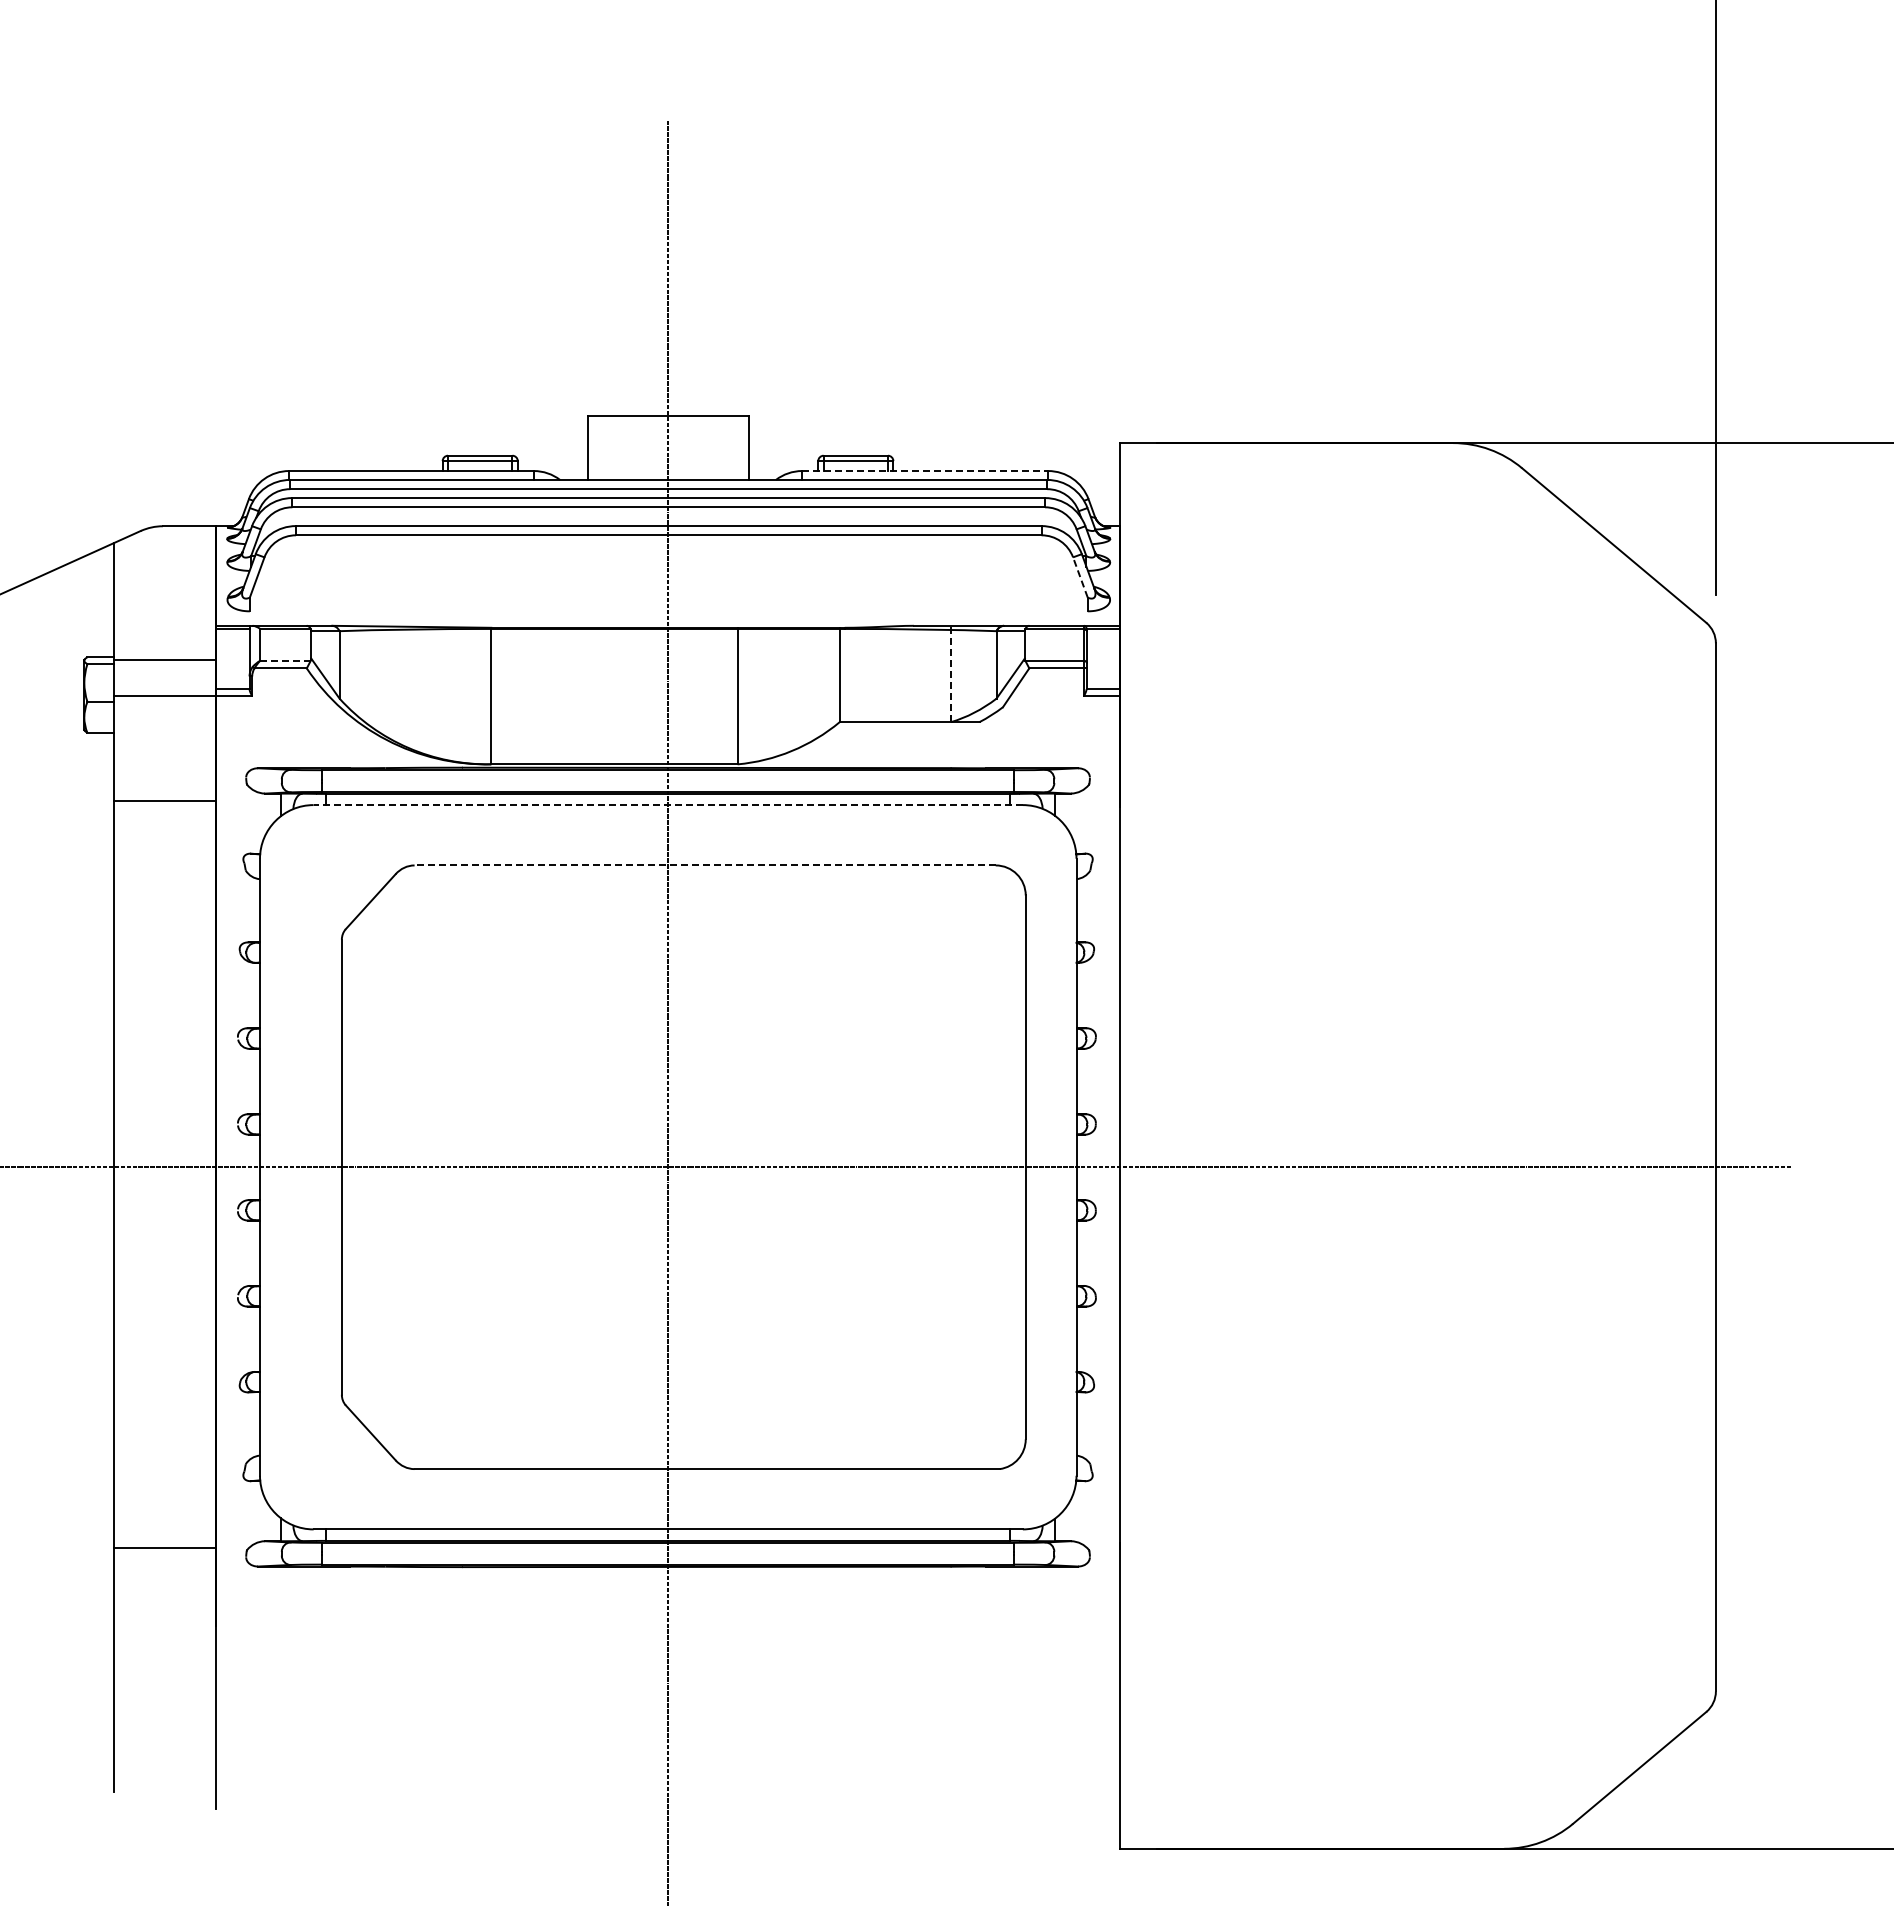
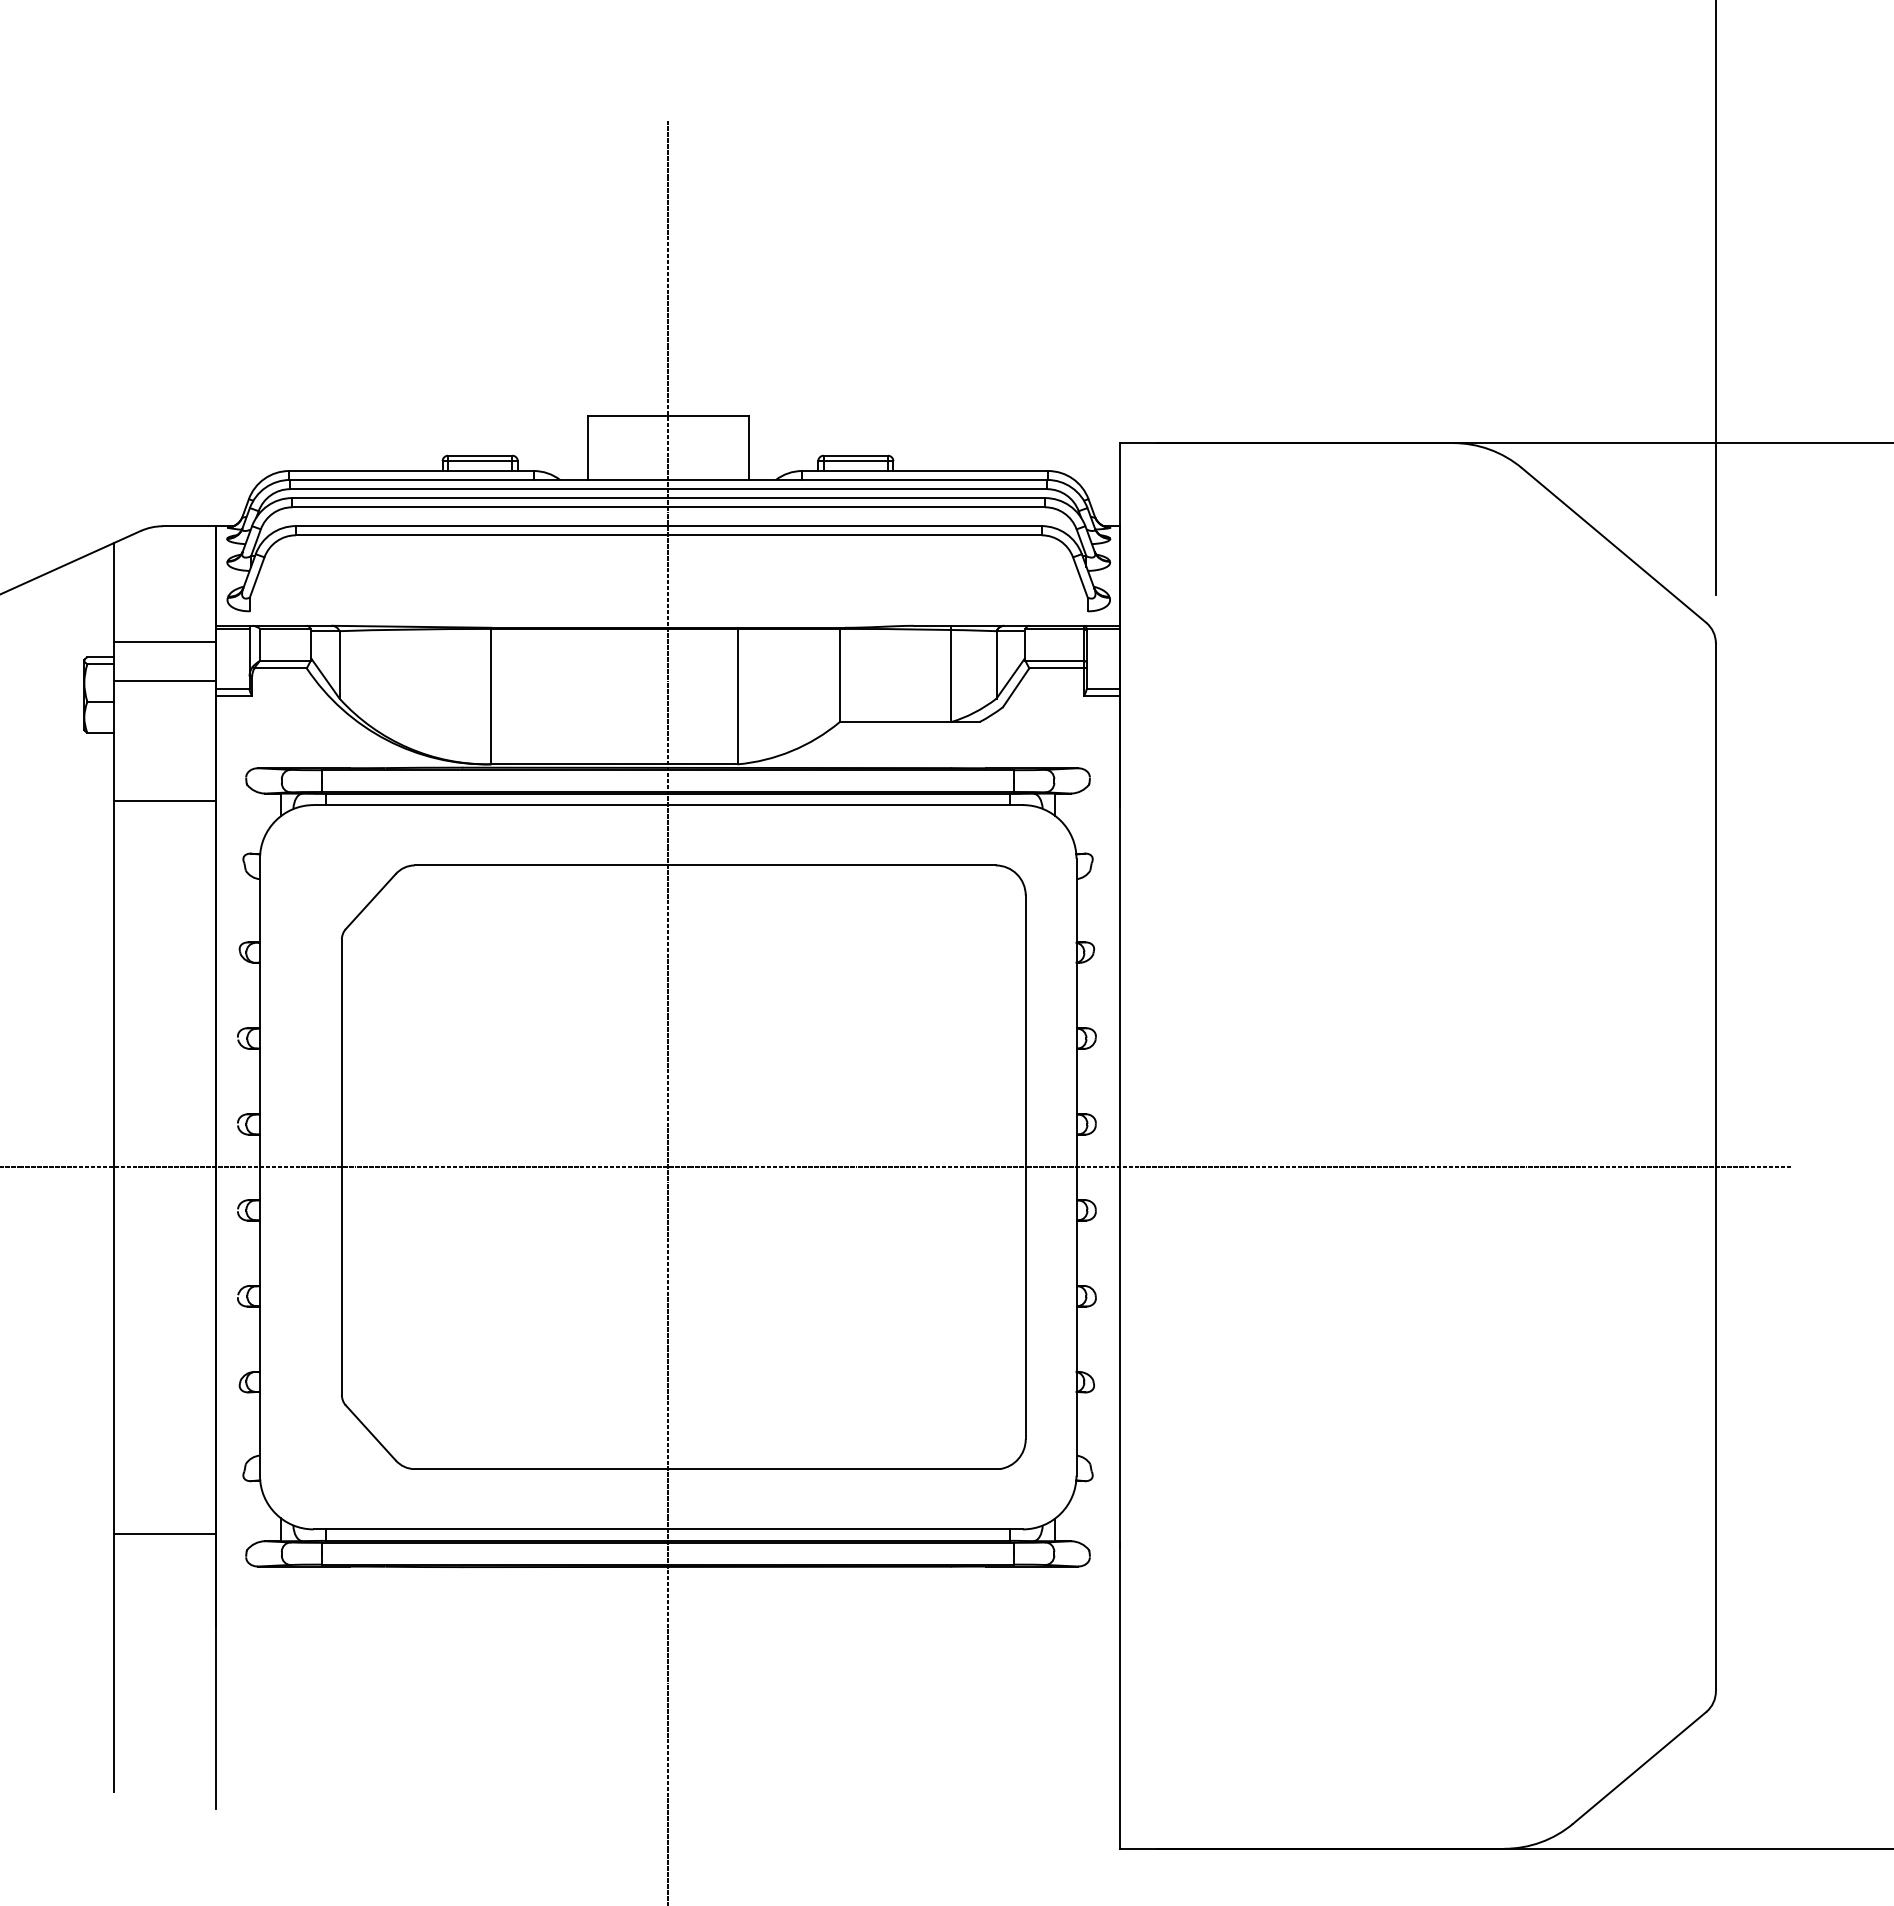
line at (925, 471): dashed -> solid
line at (1080, 577): dashed -> solid
line at (164, 659) position: (164, 659) -> (164, 641)
line at (285, 660): dashed -> solid
line at (951, 673): dashed -> solid
line at (164, 696) position: (164, 696) -> (164, 681)
line at (668, 805): dashed -> solid
line at (705, 865): dashed -> solid
line at (164, 1548) position: (164, 1548) -> (164, 1534)
